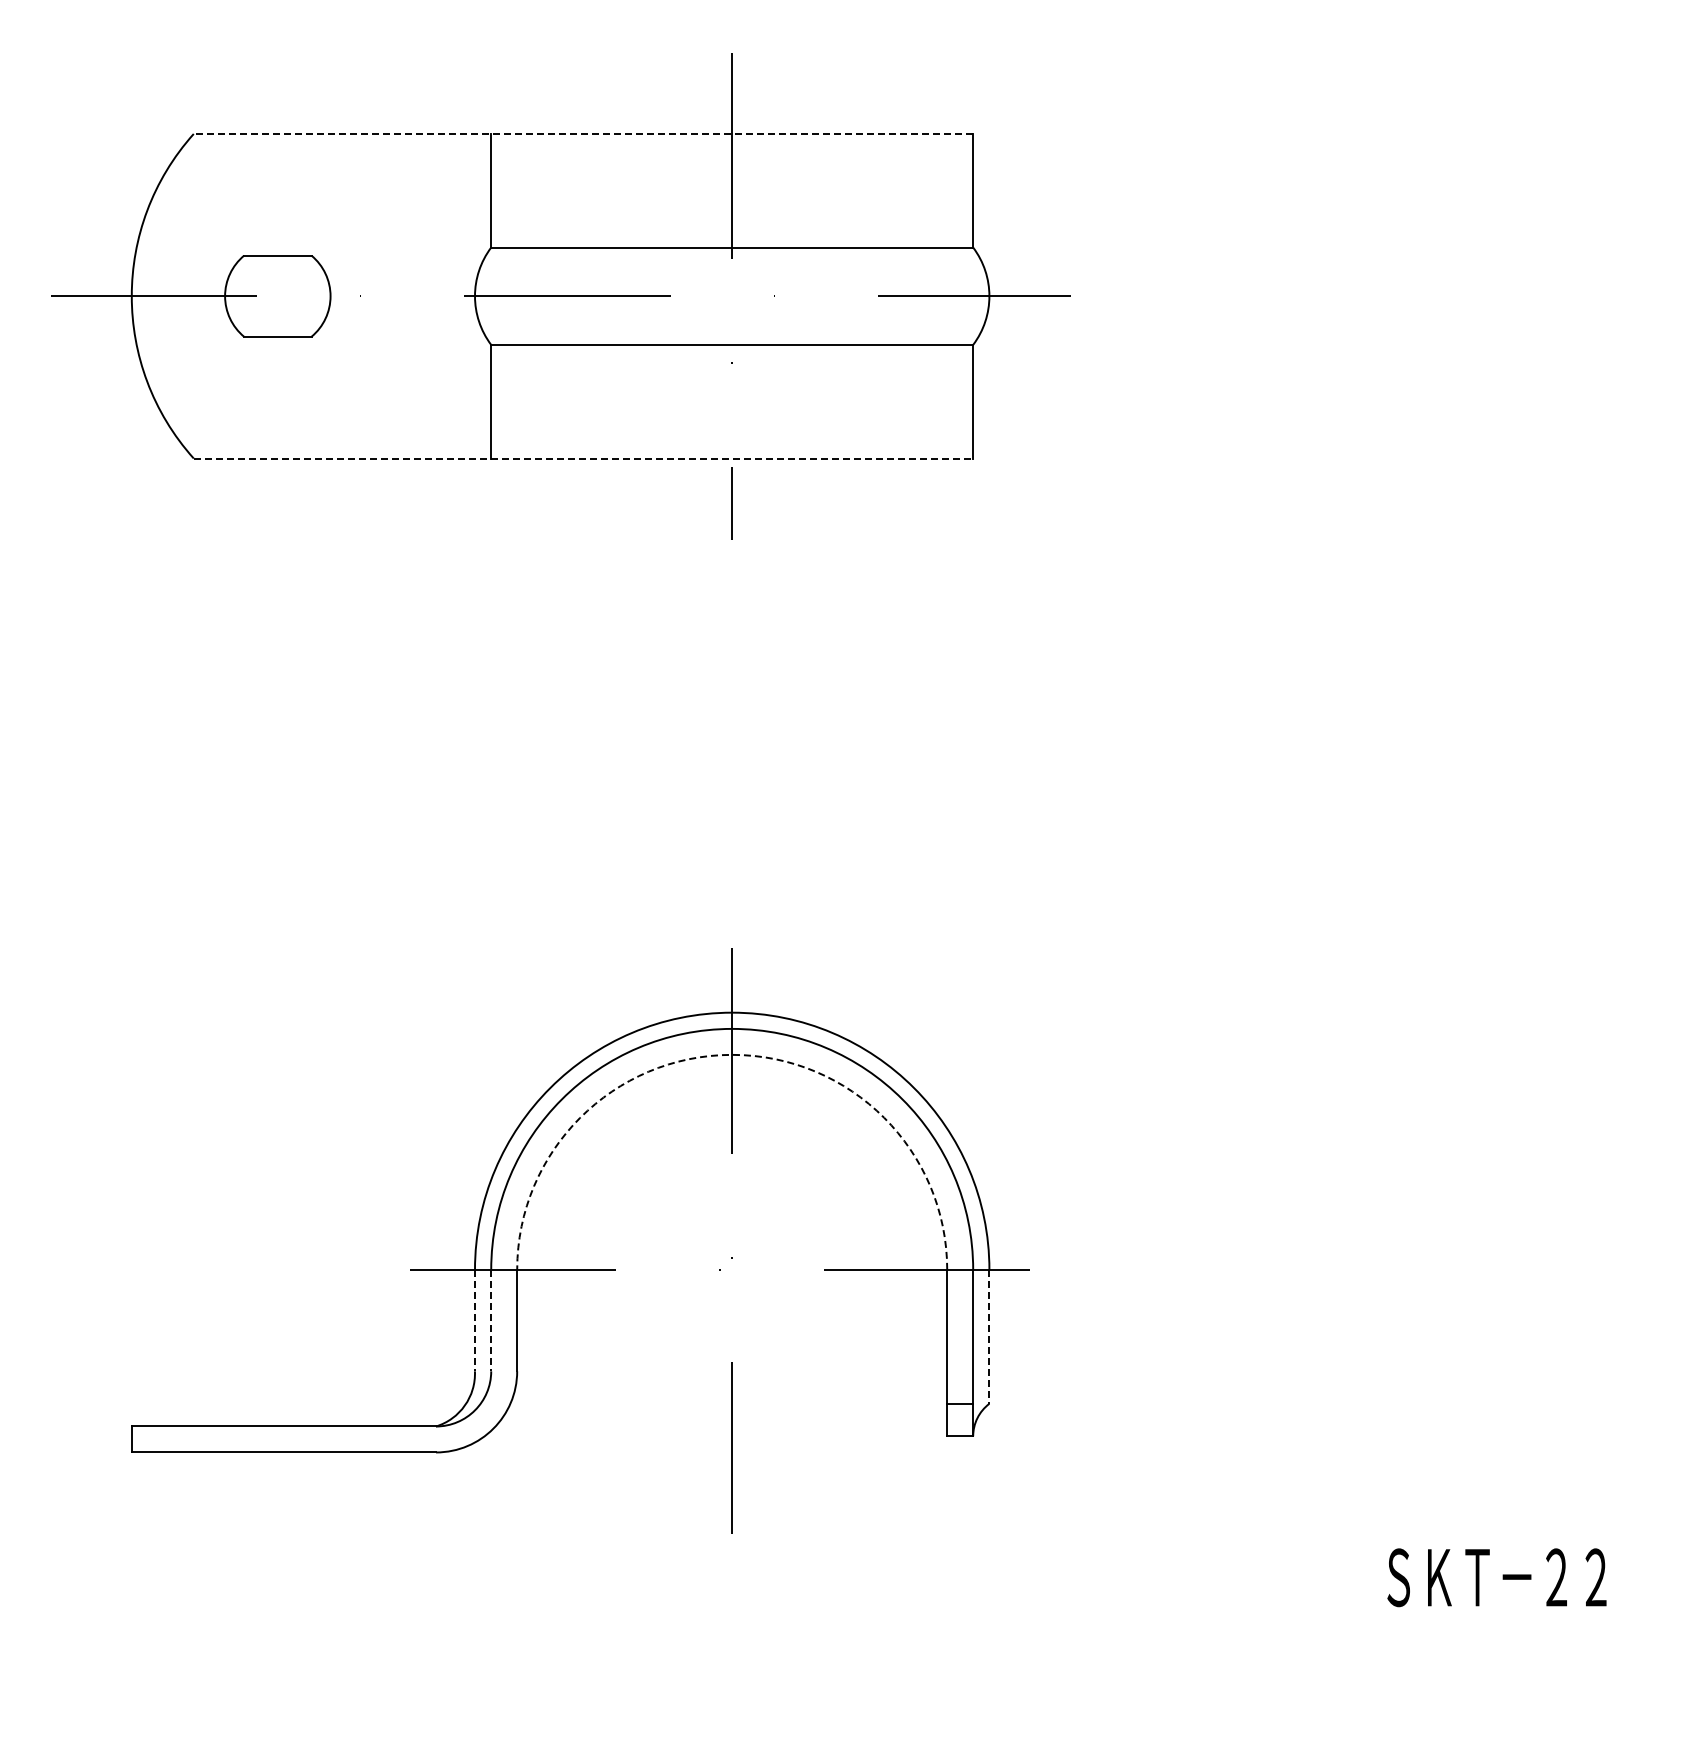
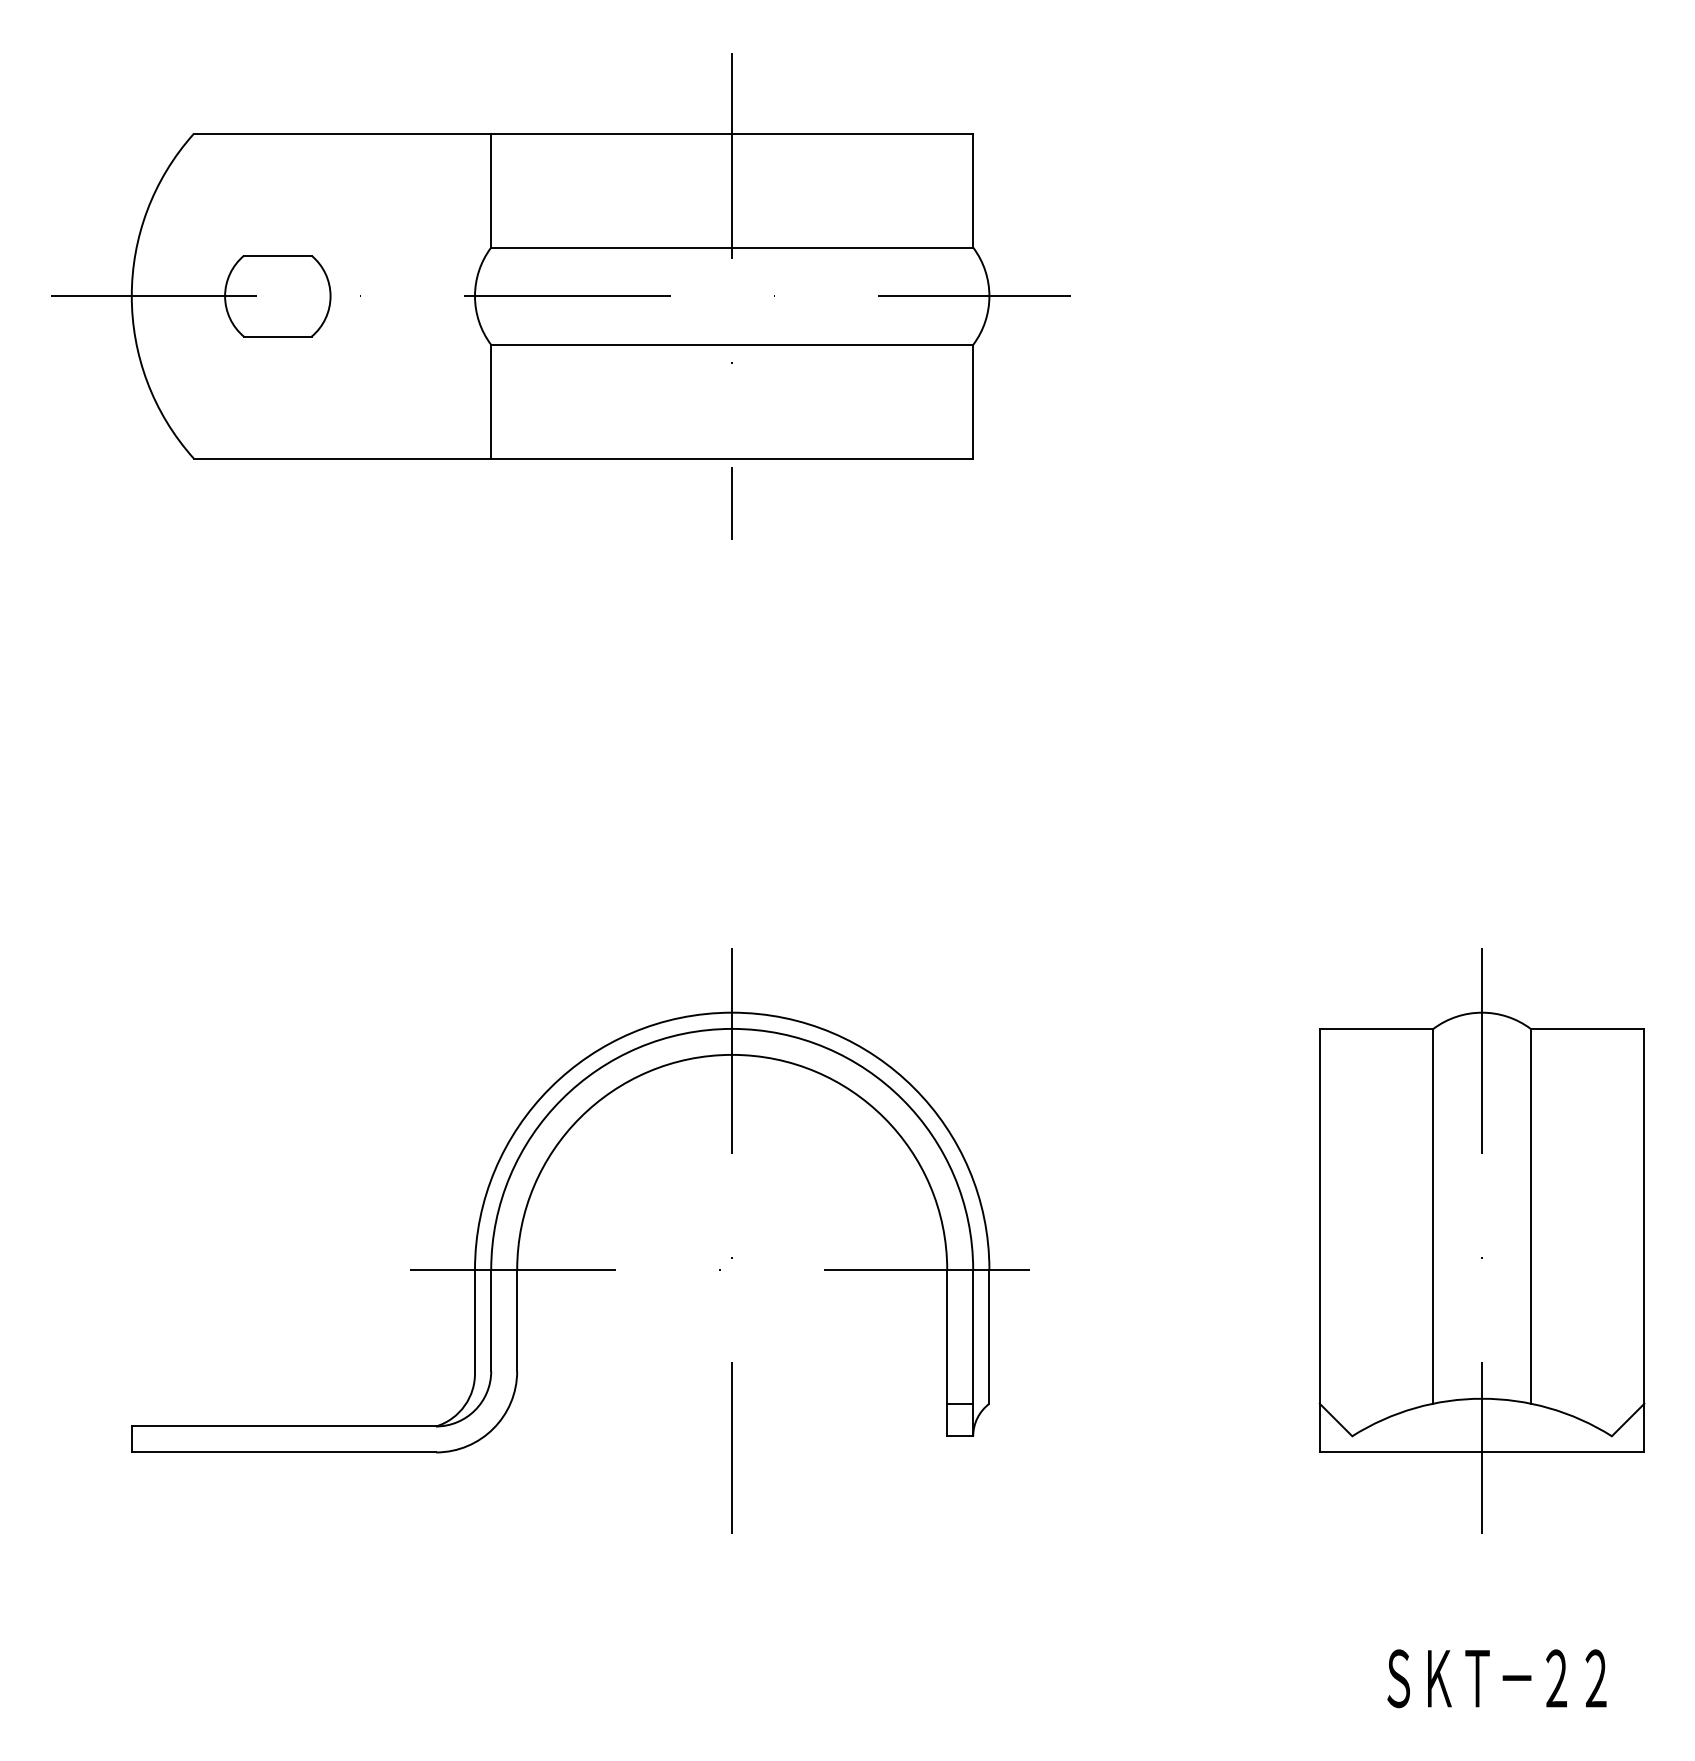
line at (583, 133): dashed -> solid
line at (583, 458): dashed -> solid
arc at (732, 1054): dashed -> solid
part at (1481, 1240): none -> present
line at (475, 1320): dashed -> solid
line at (491, 1320): dashed -> solid
line at (989, 1336): dashed -> solid
text at (1496, 1577) position: (1496, 1577) -> (1496, 1678)
